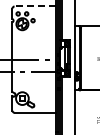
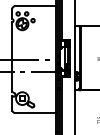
line at (35, 6): dashed -> solid
